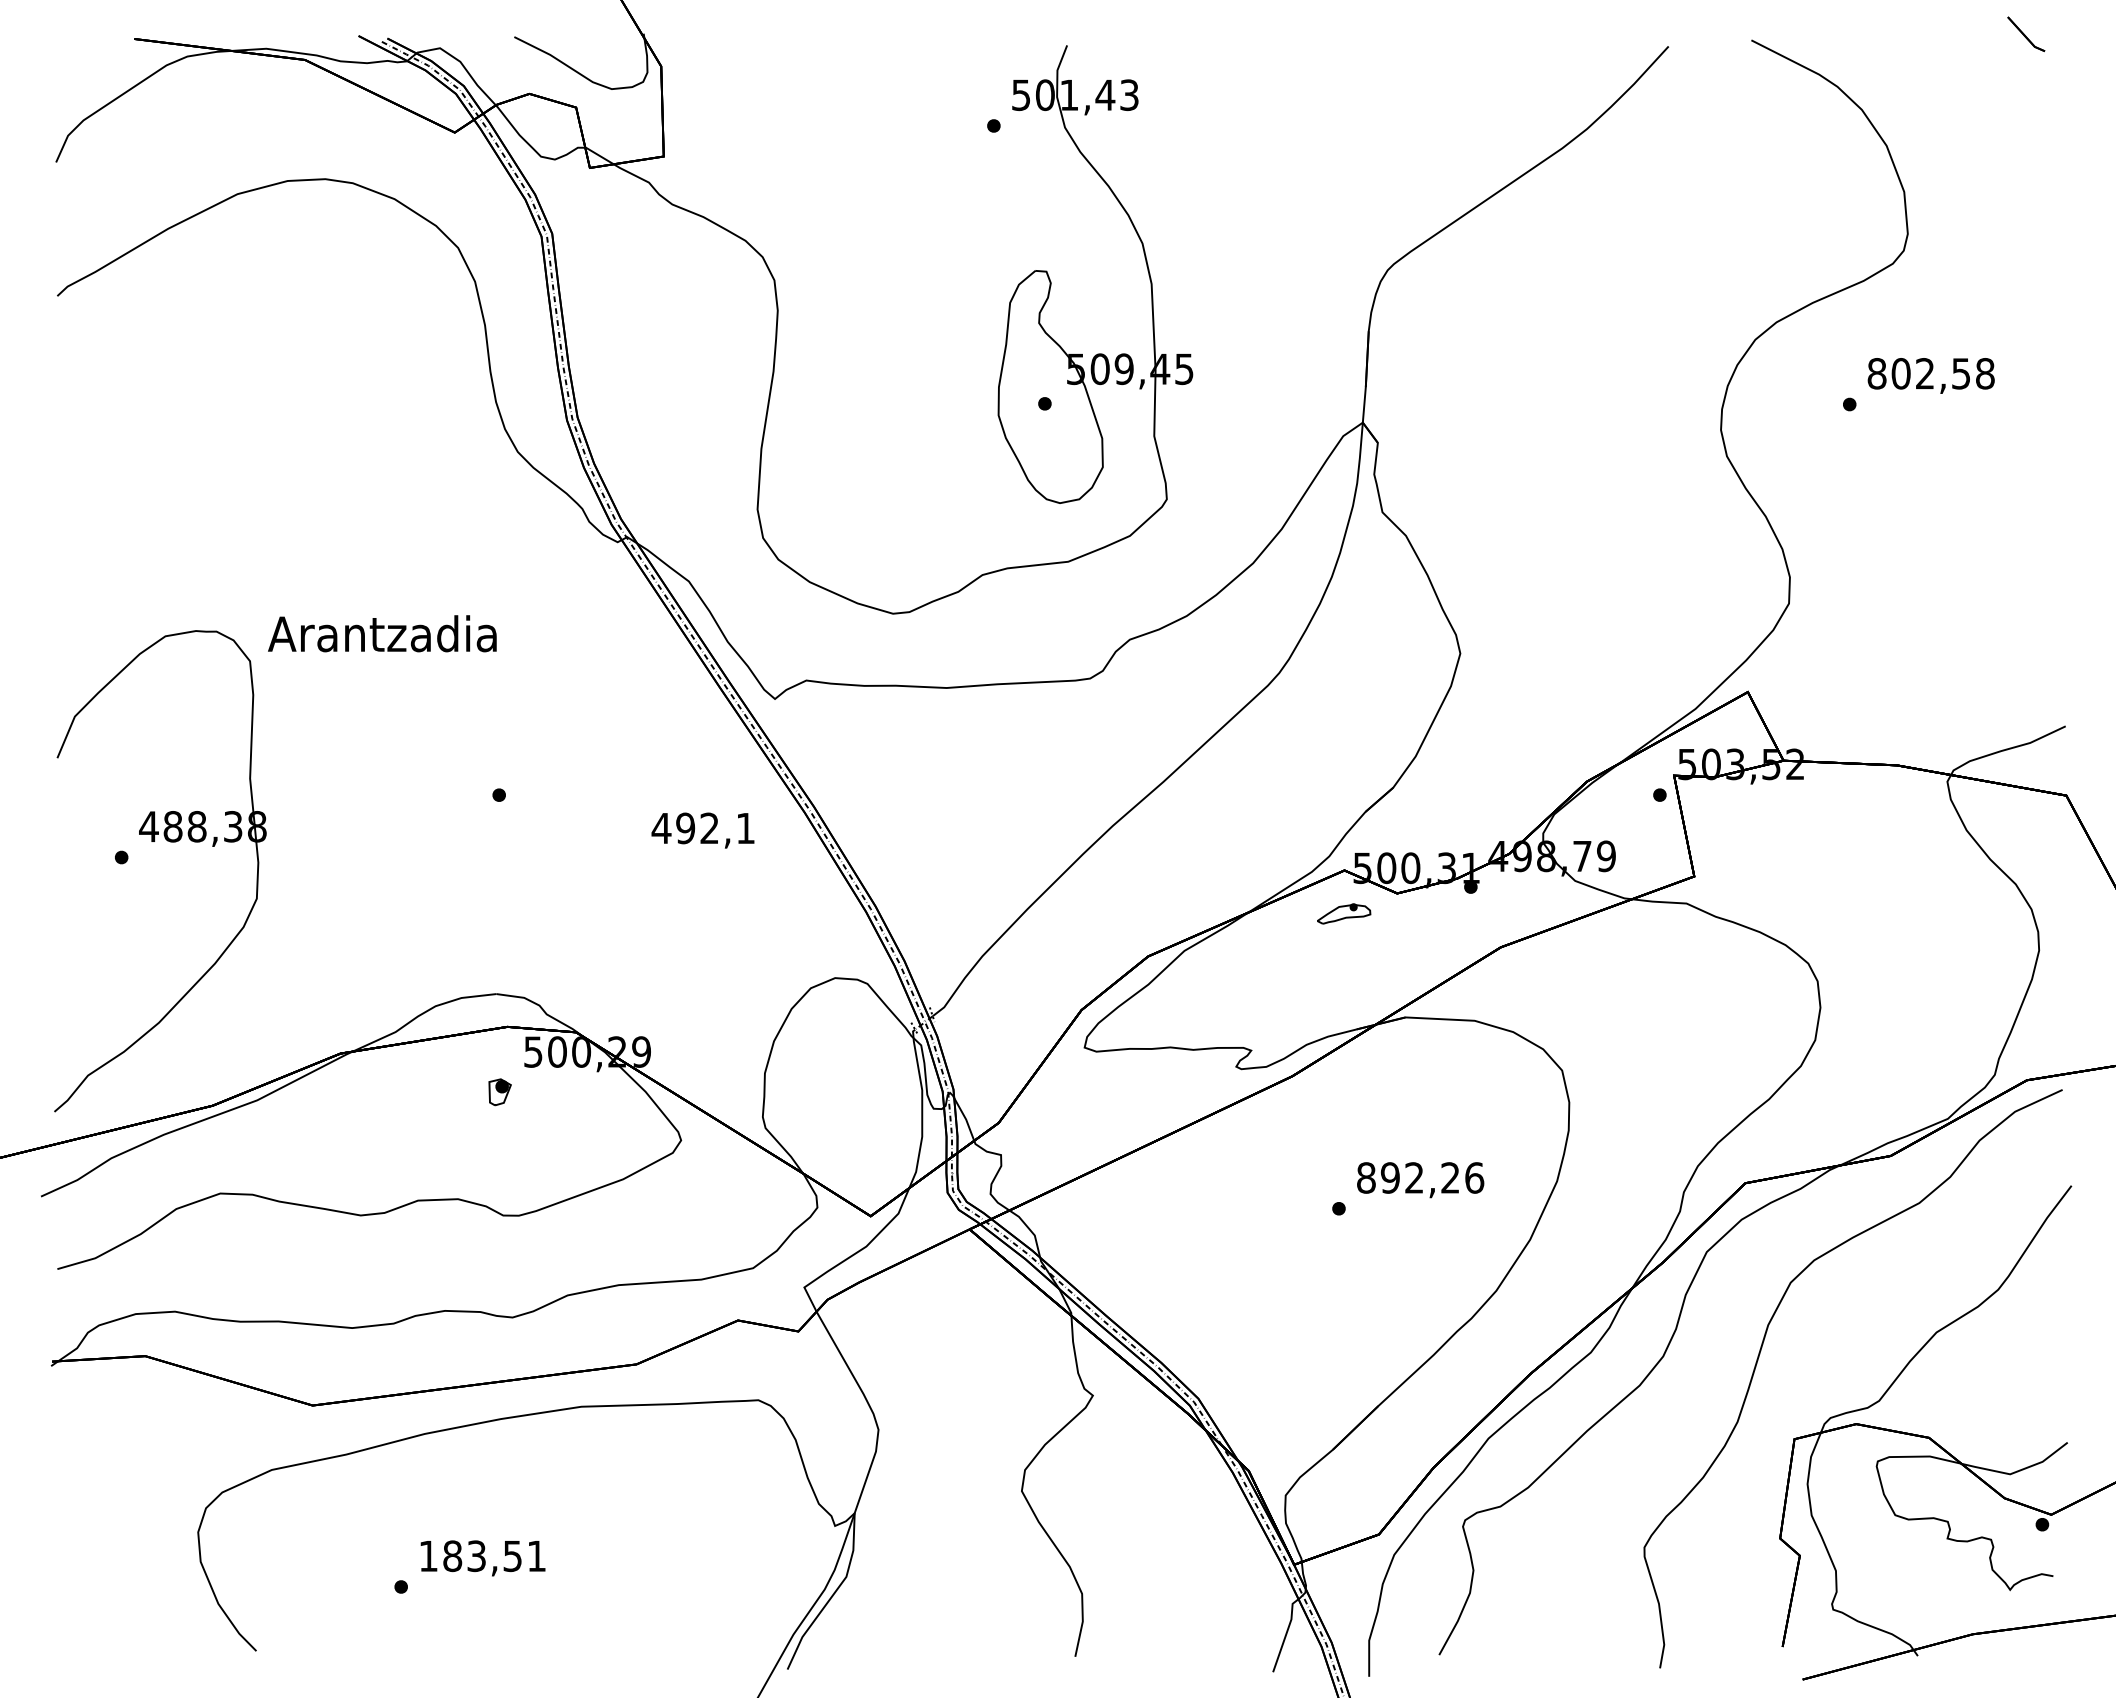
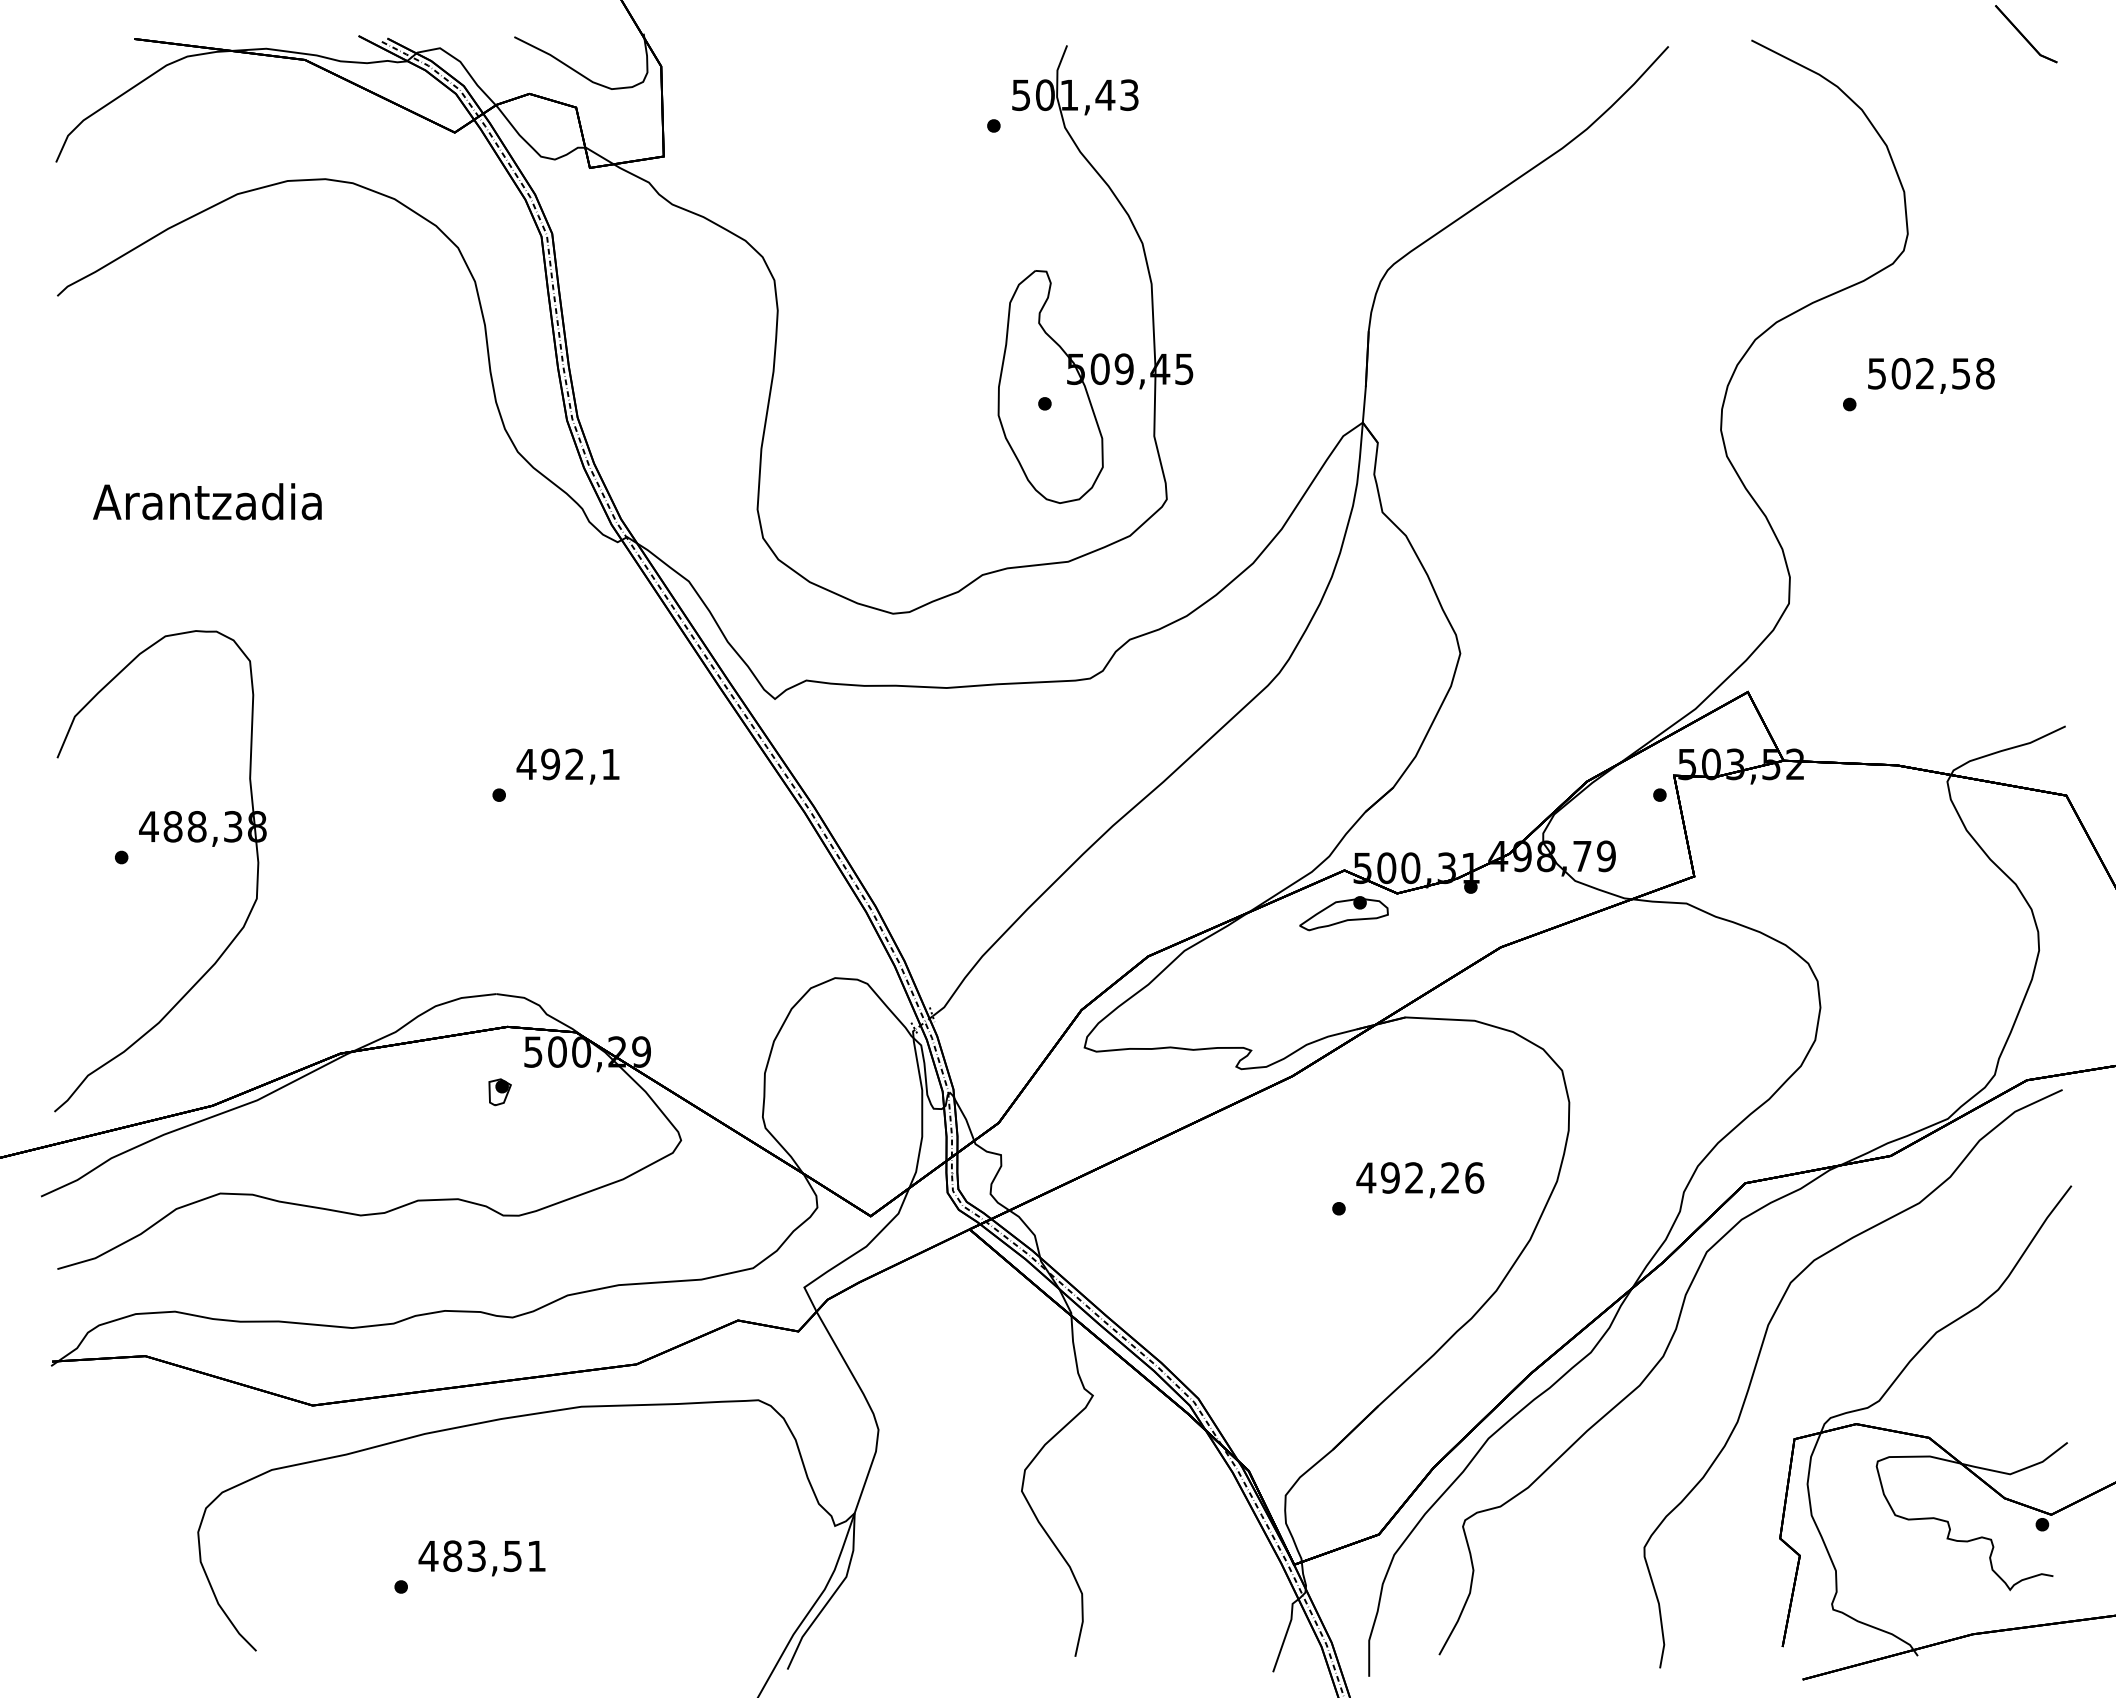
part at (2026, 34) size: 39x37 px -> 63x59 px
text at (1876, 373): 802,58 -> 502,58
text at (382, 633) position: (382, 633) -> (207, 501)
text at (702, 830) position: (702, 830) -> (567, 766)
part at (1344, 913) size: 55x22 px -> 90x36 px
text at (1366, 1177): 892,26 -> 492,26
text at (428, 1556): 183,51 -> 483,51
